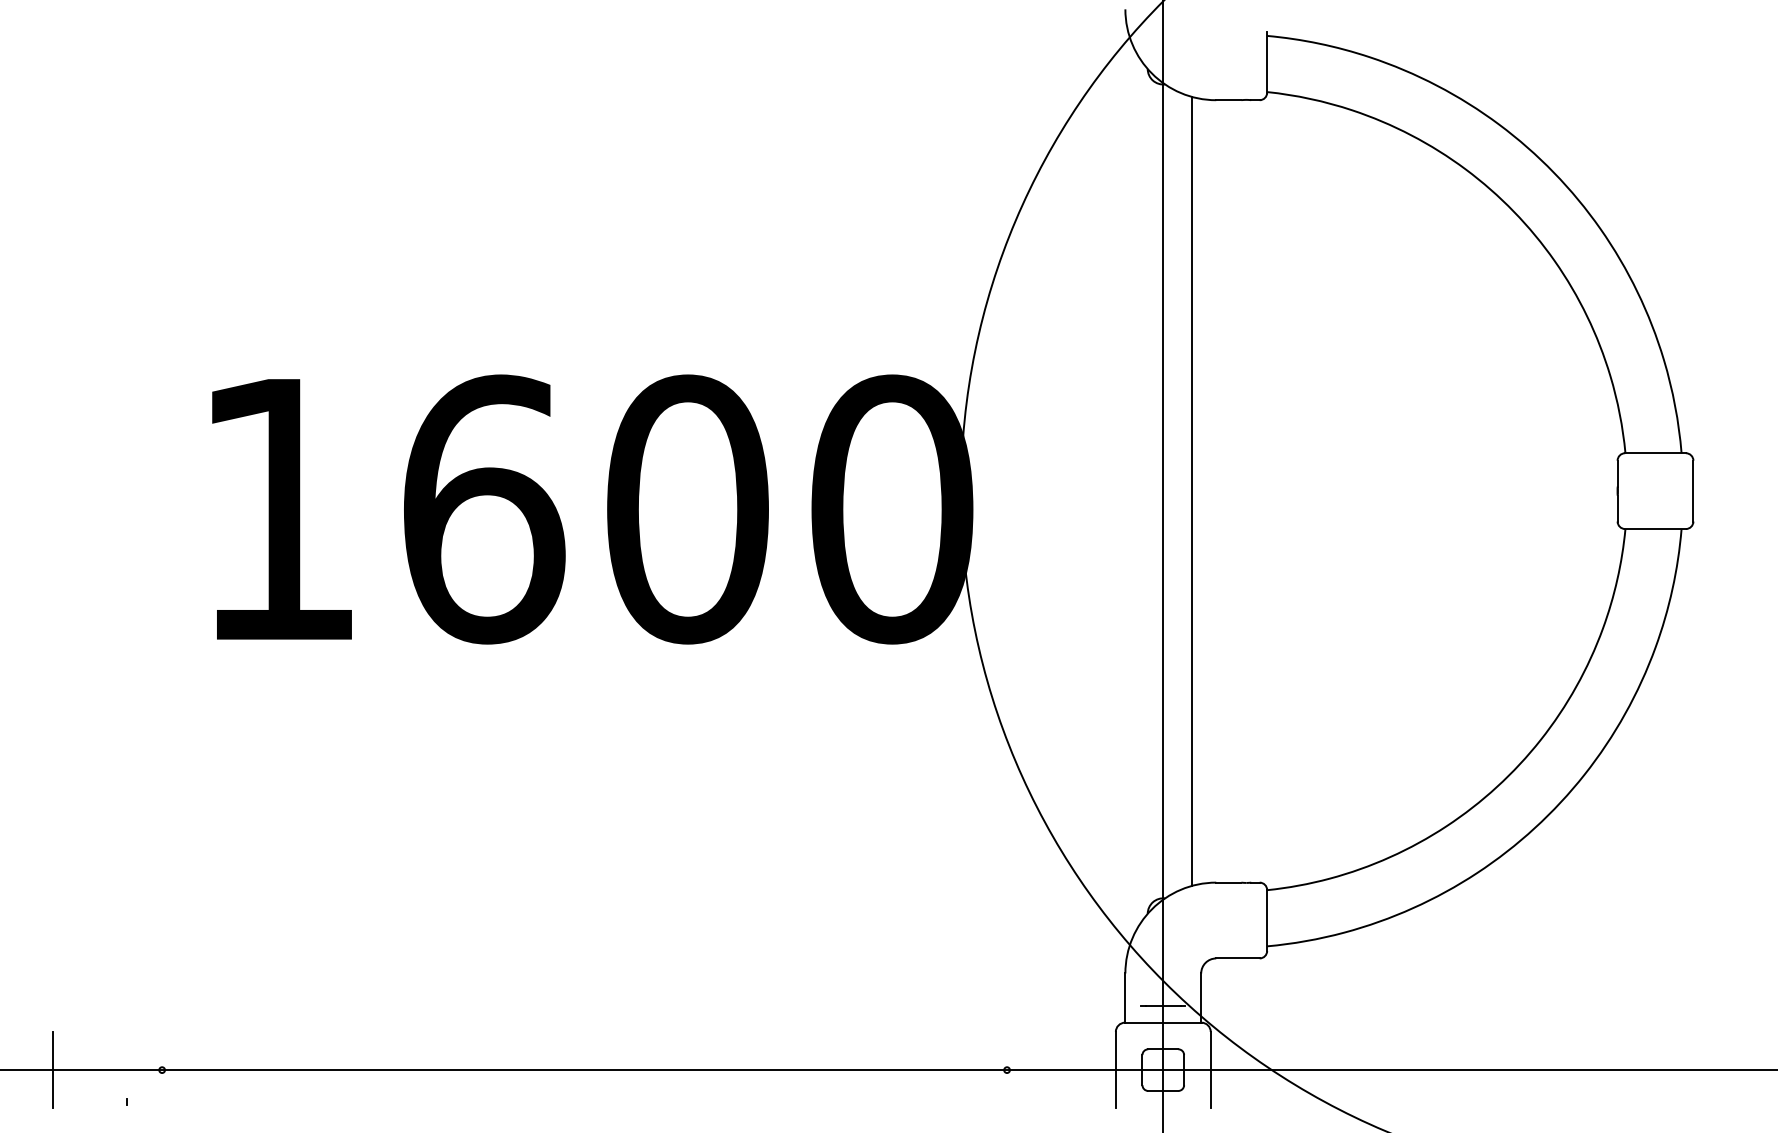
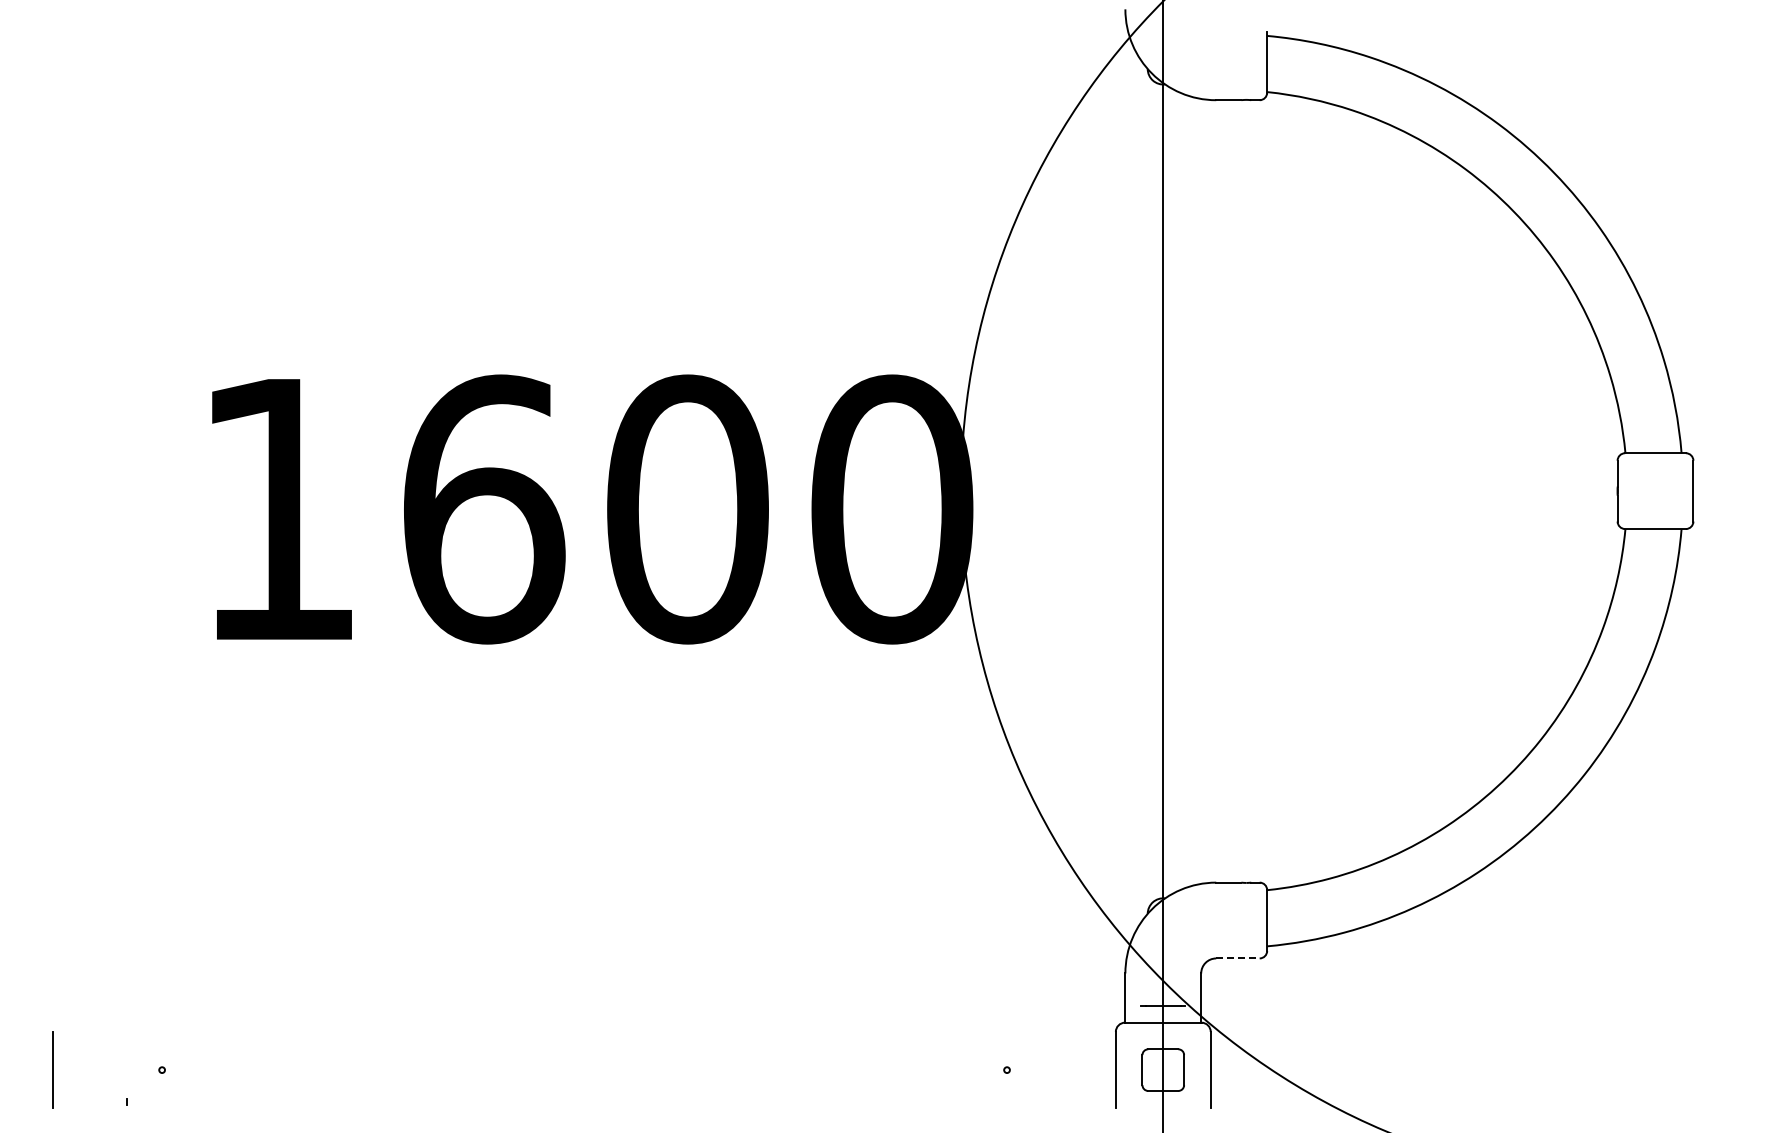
line at (1192, 490): present -> none
line at (1237, 958): solid -> dashed
line at (888, 1070): present -> none
